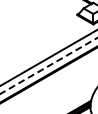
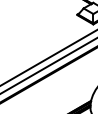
line at (48, 65): dashed -> solid
